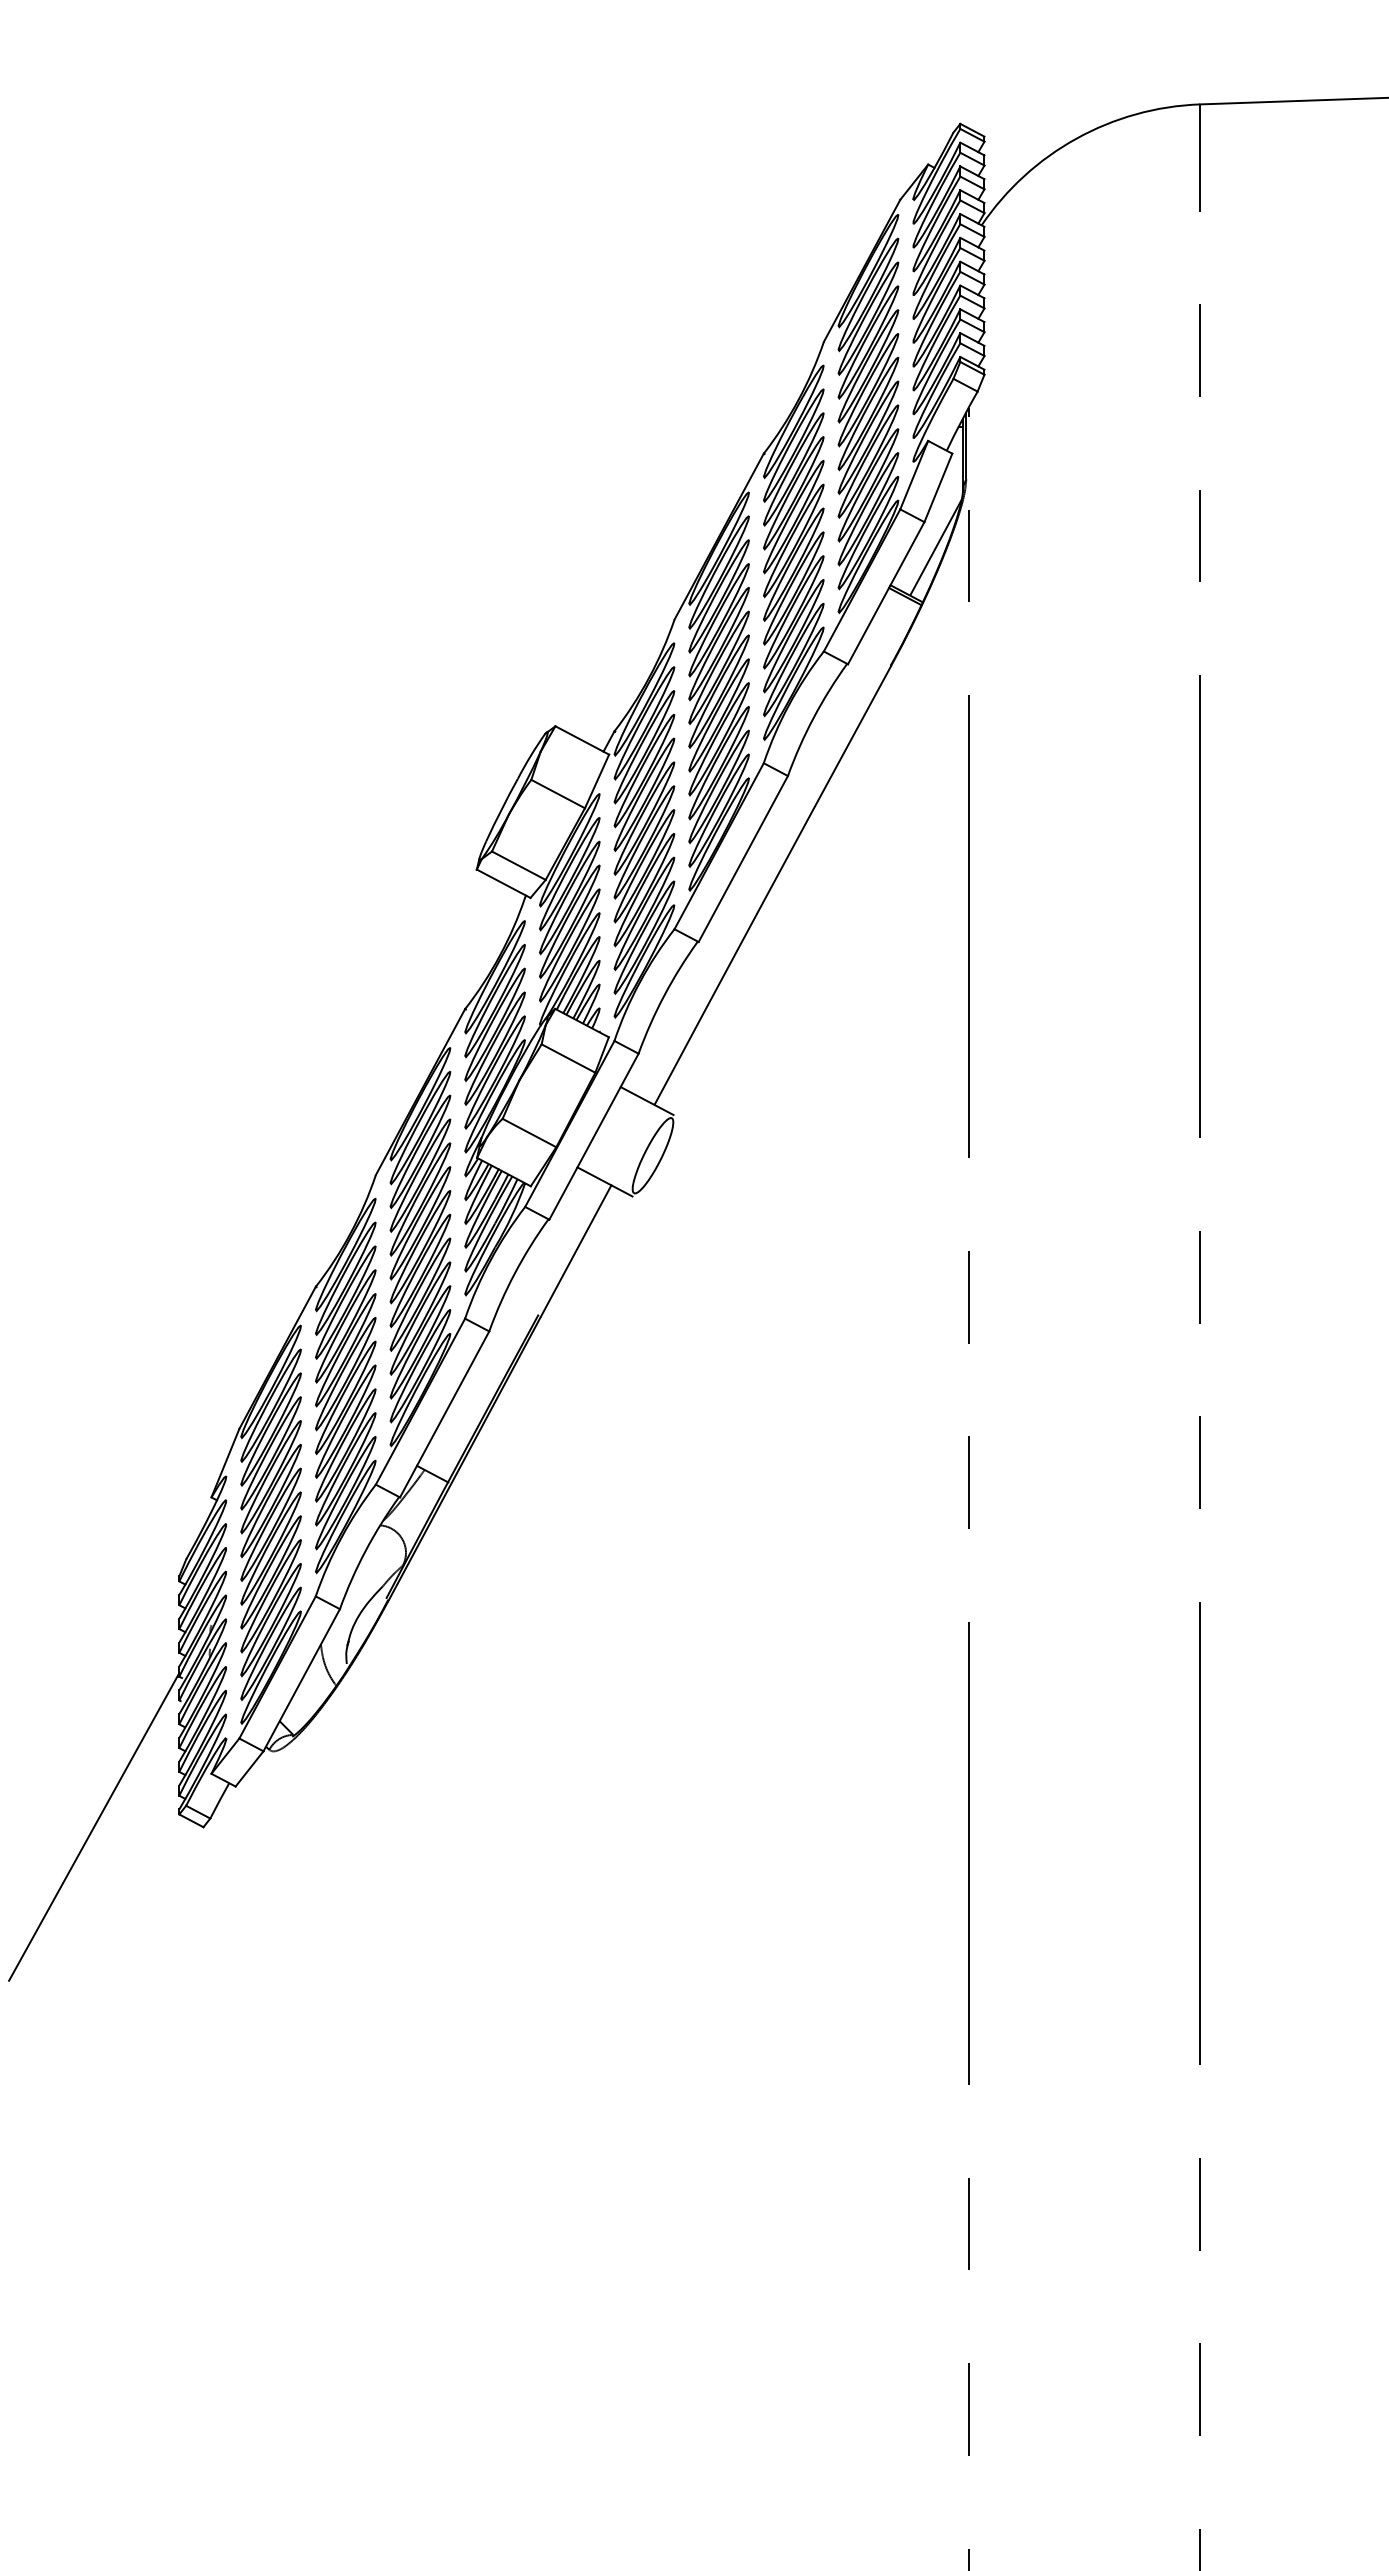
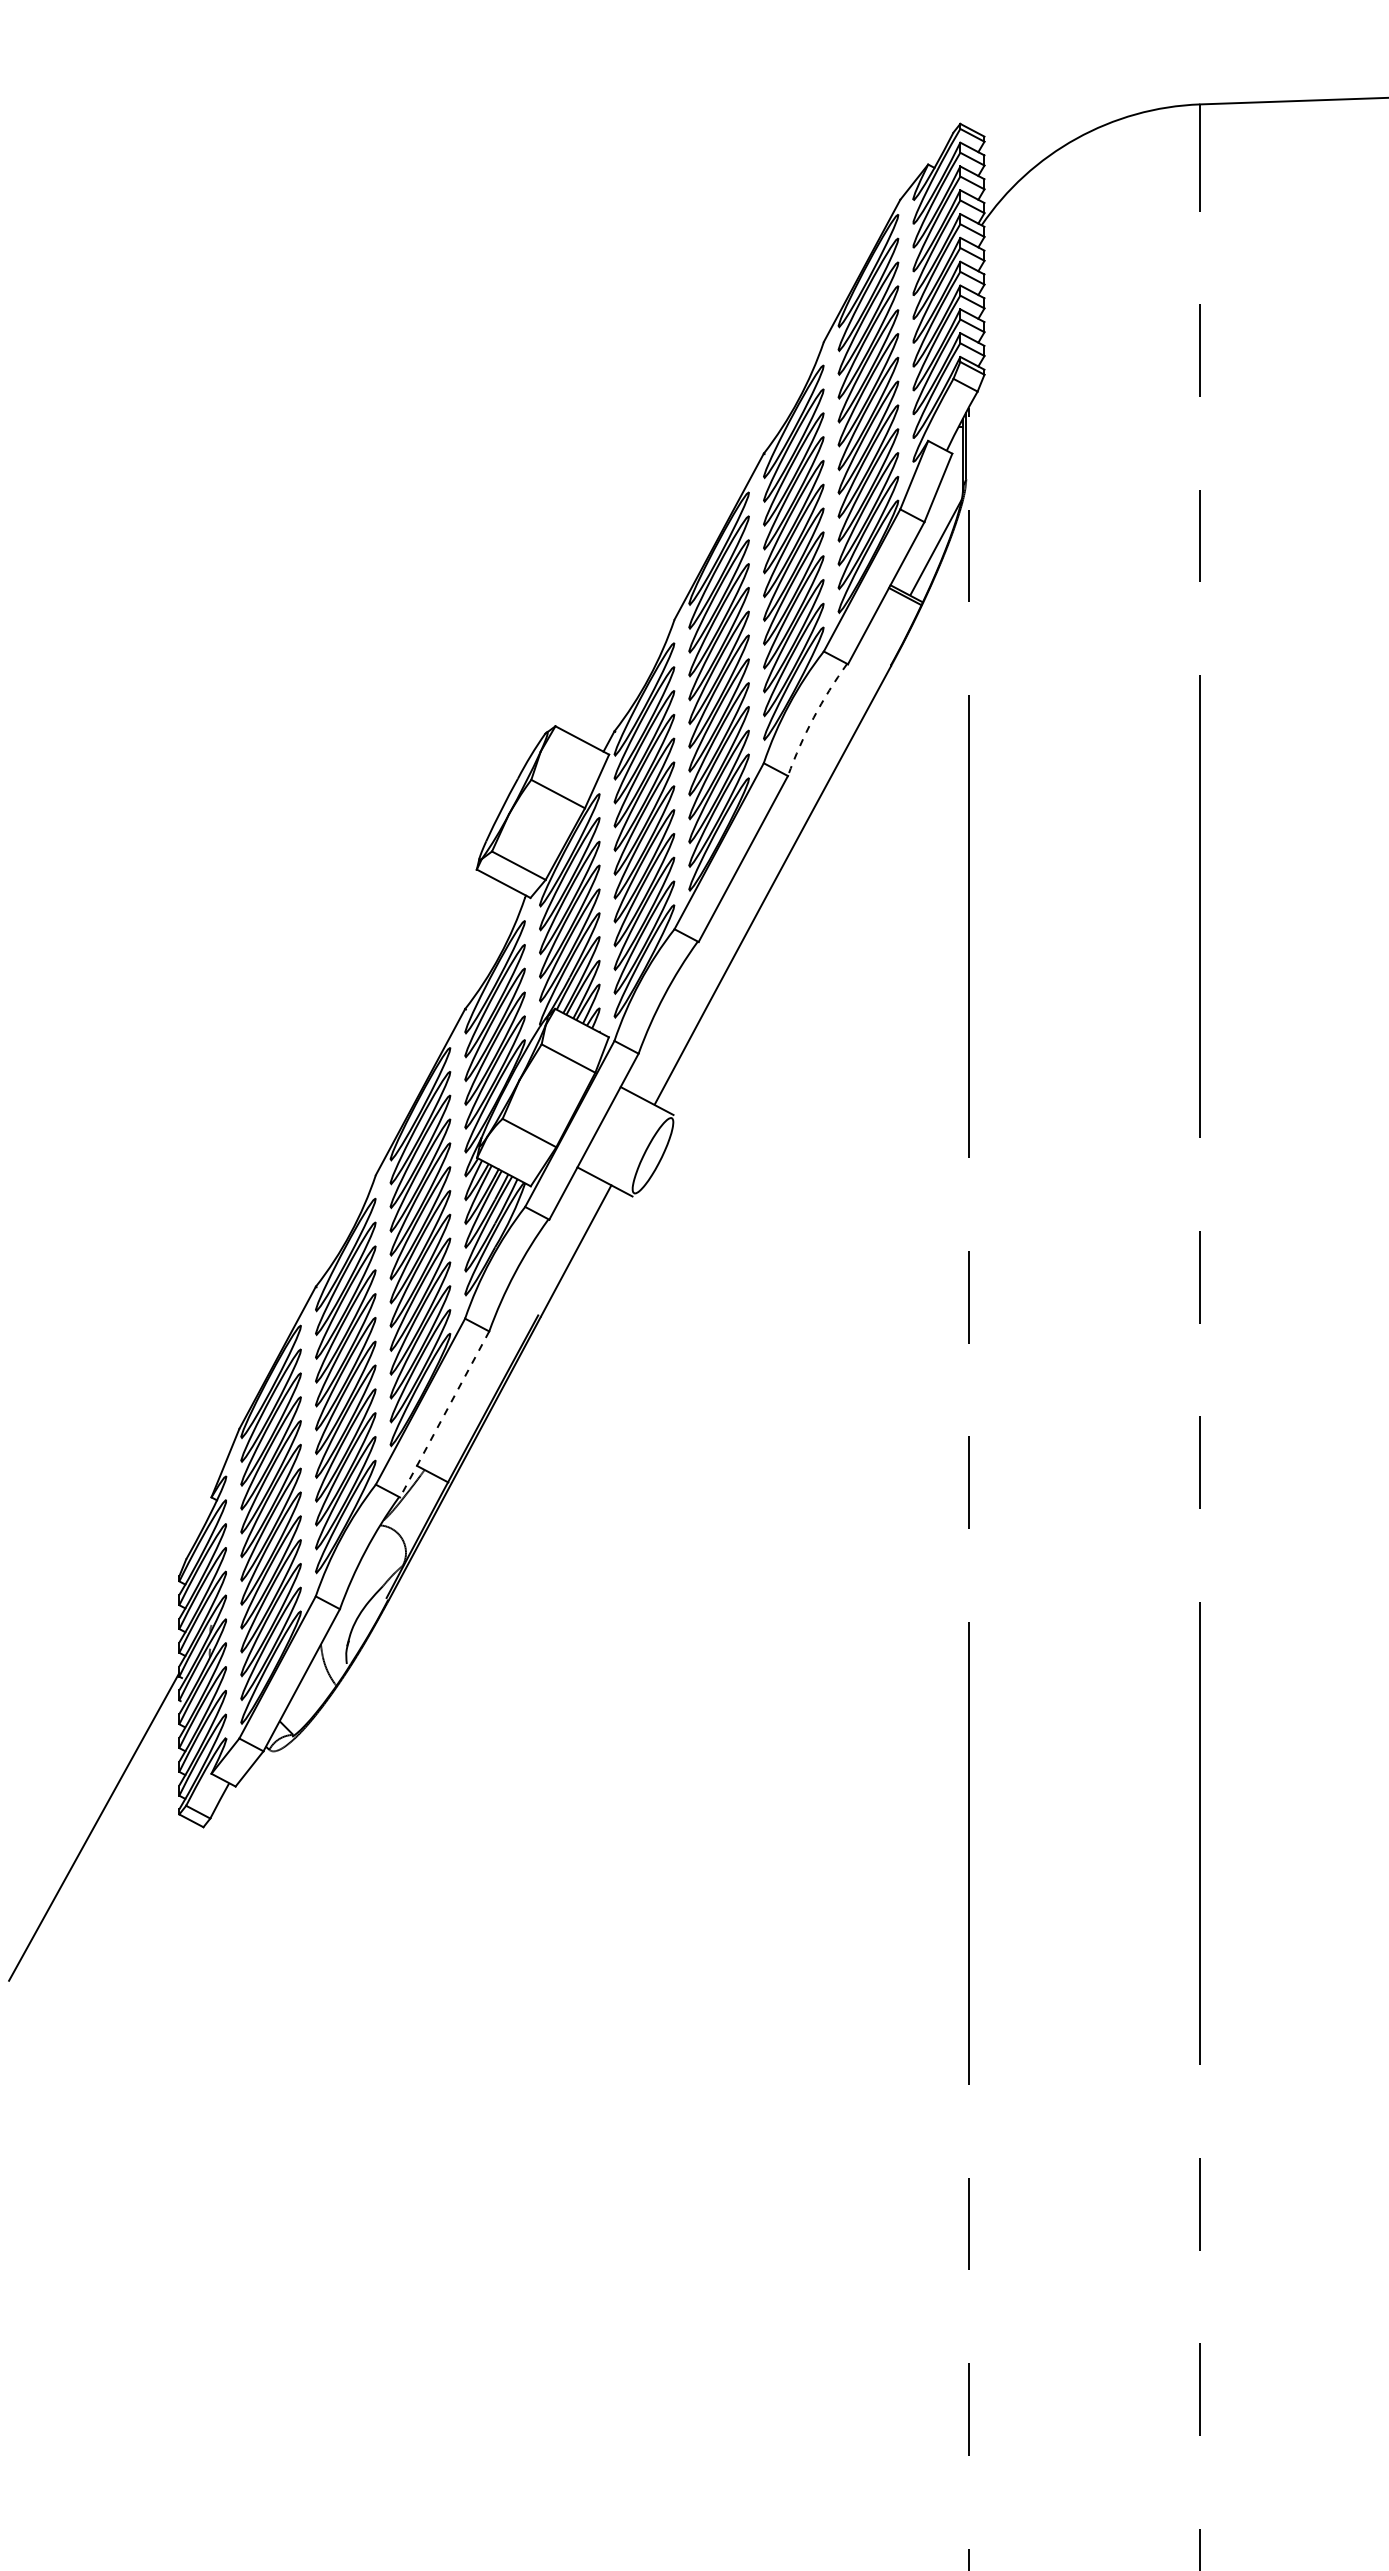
arc at (813, 717): solid -> dashed
line at (444, 1414): solid -> dashed
